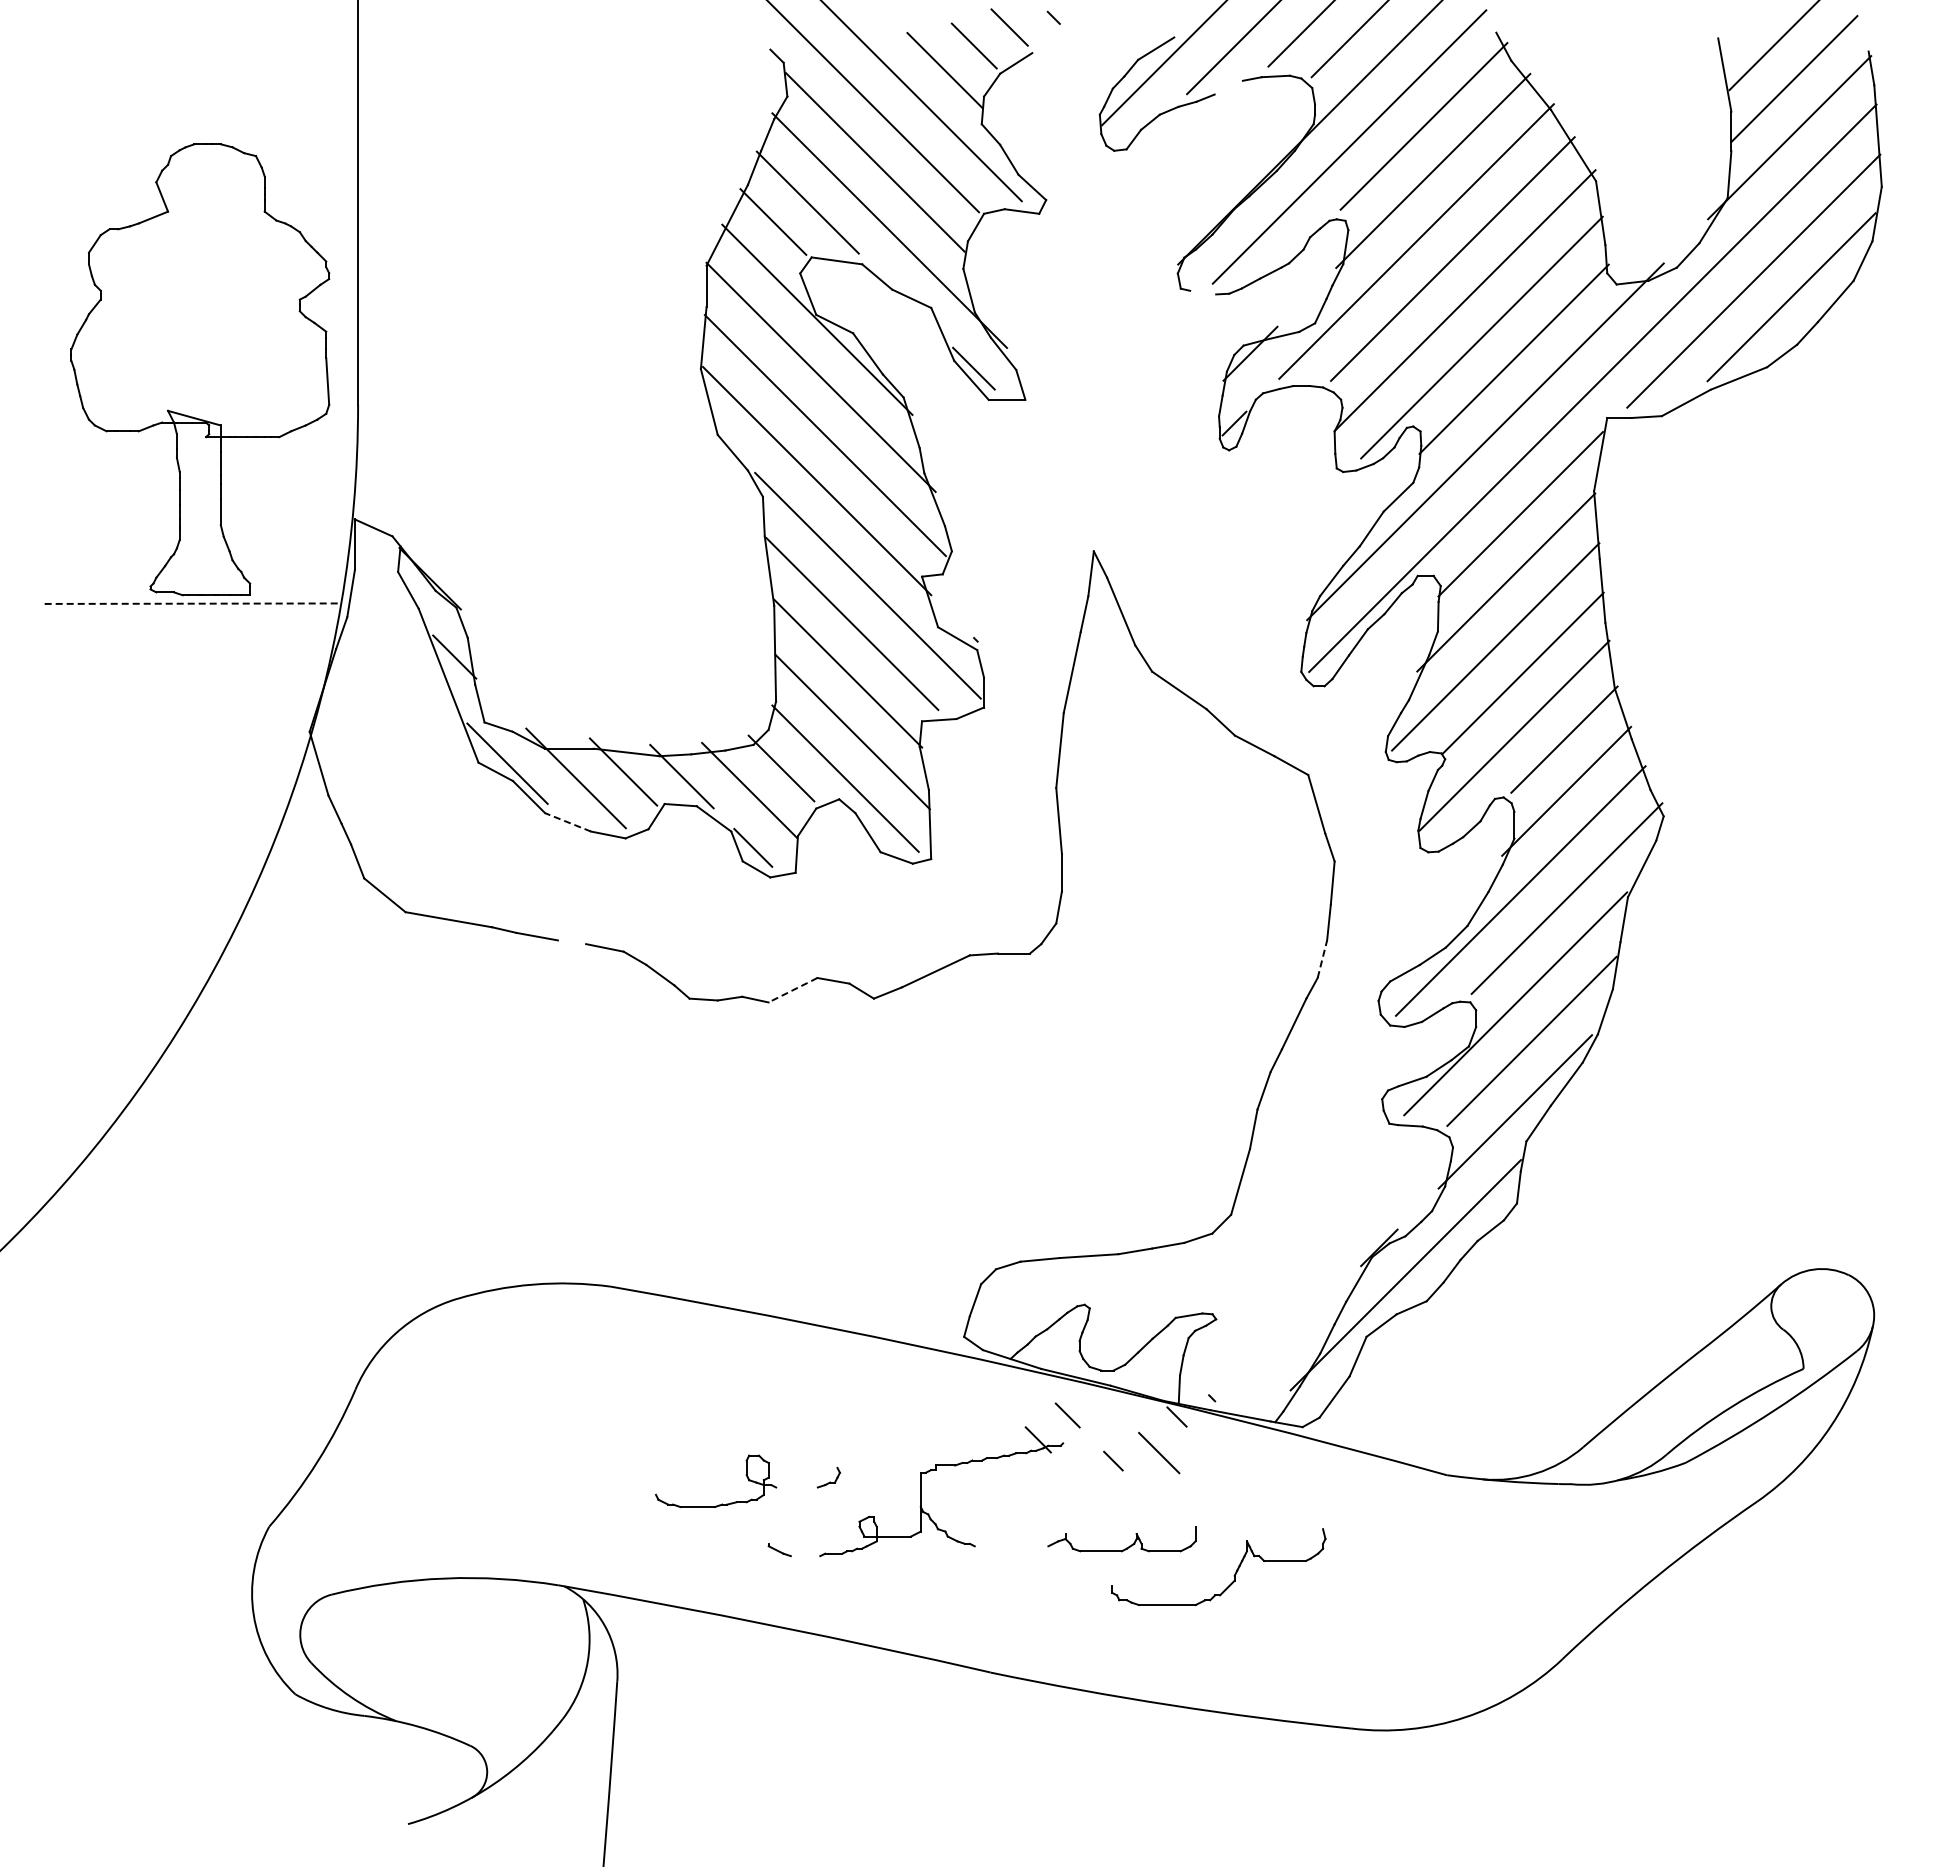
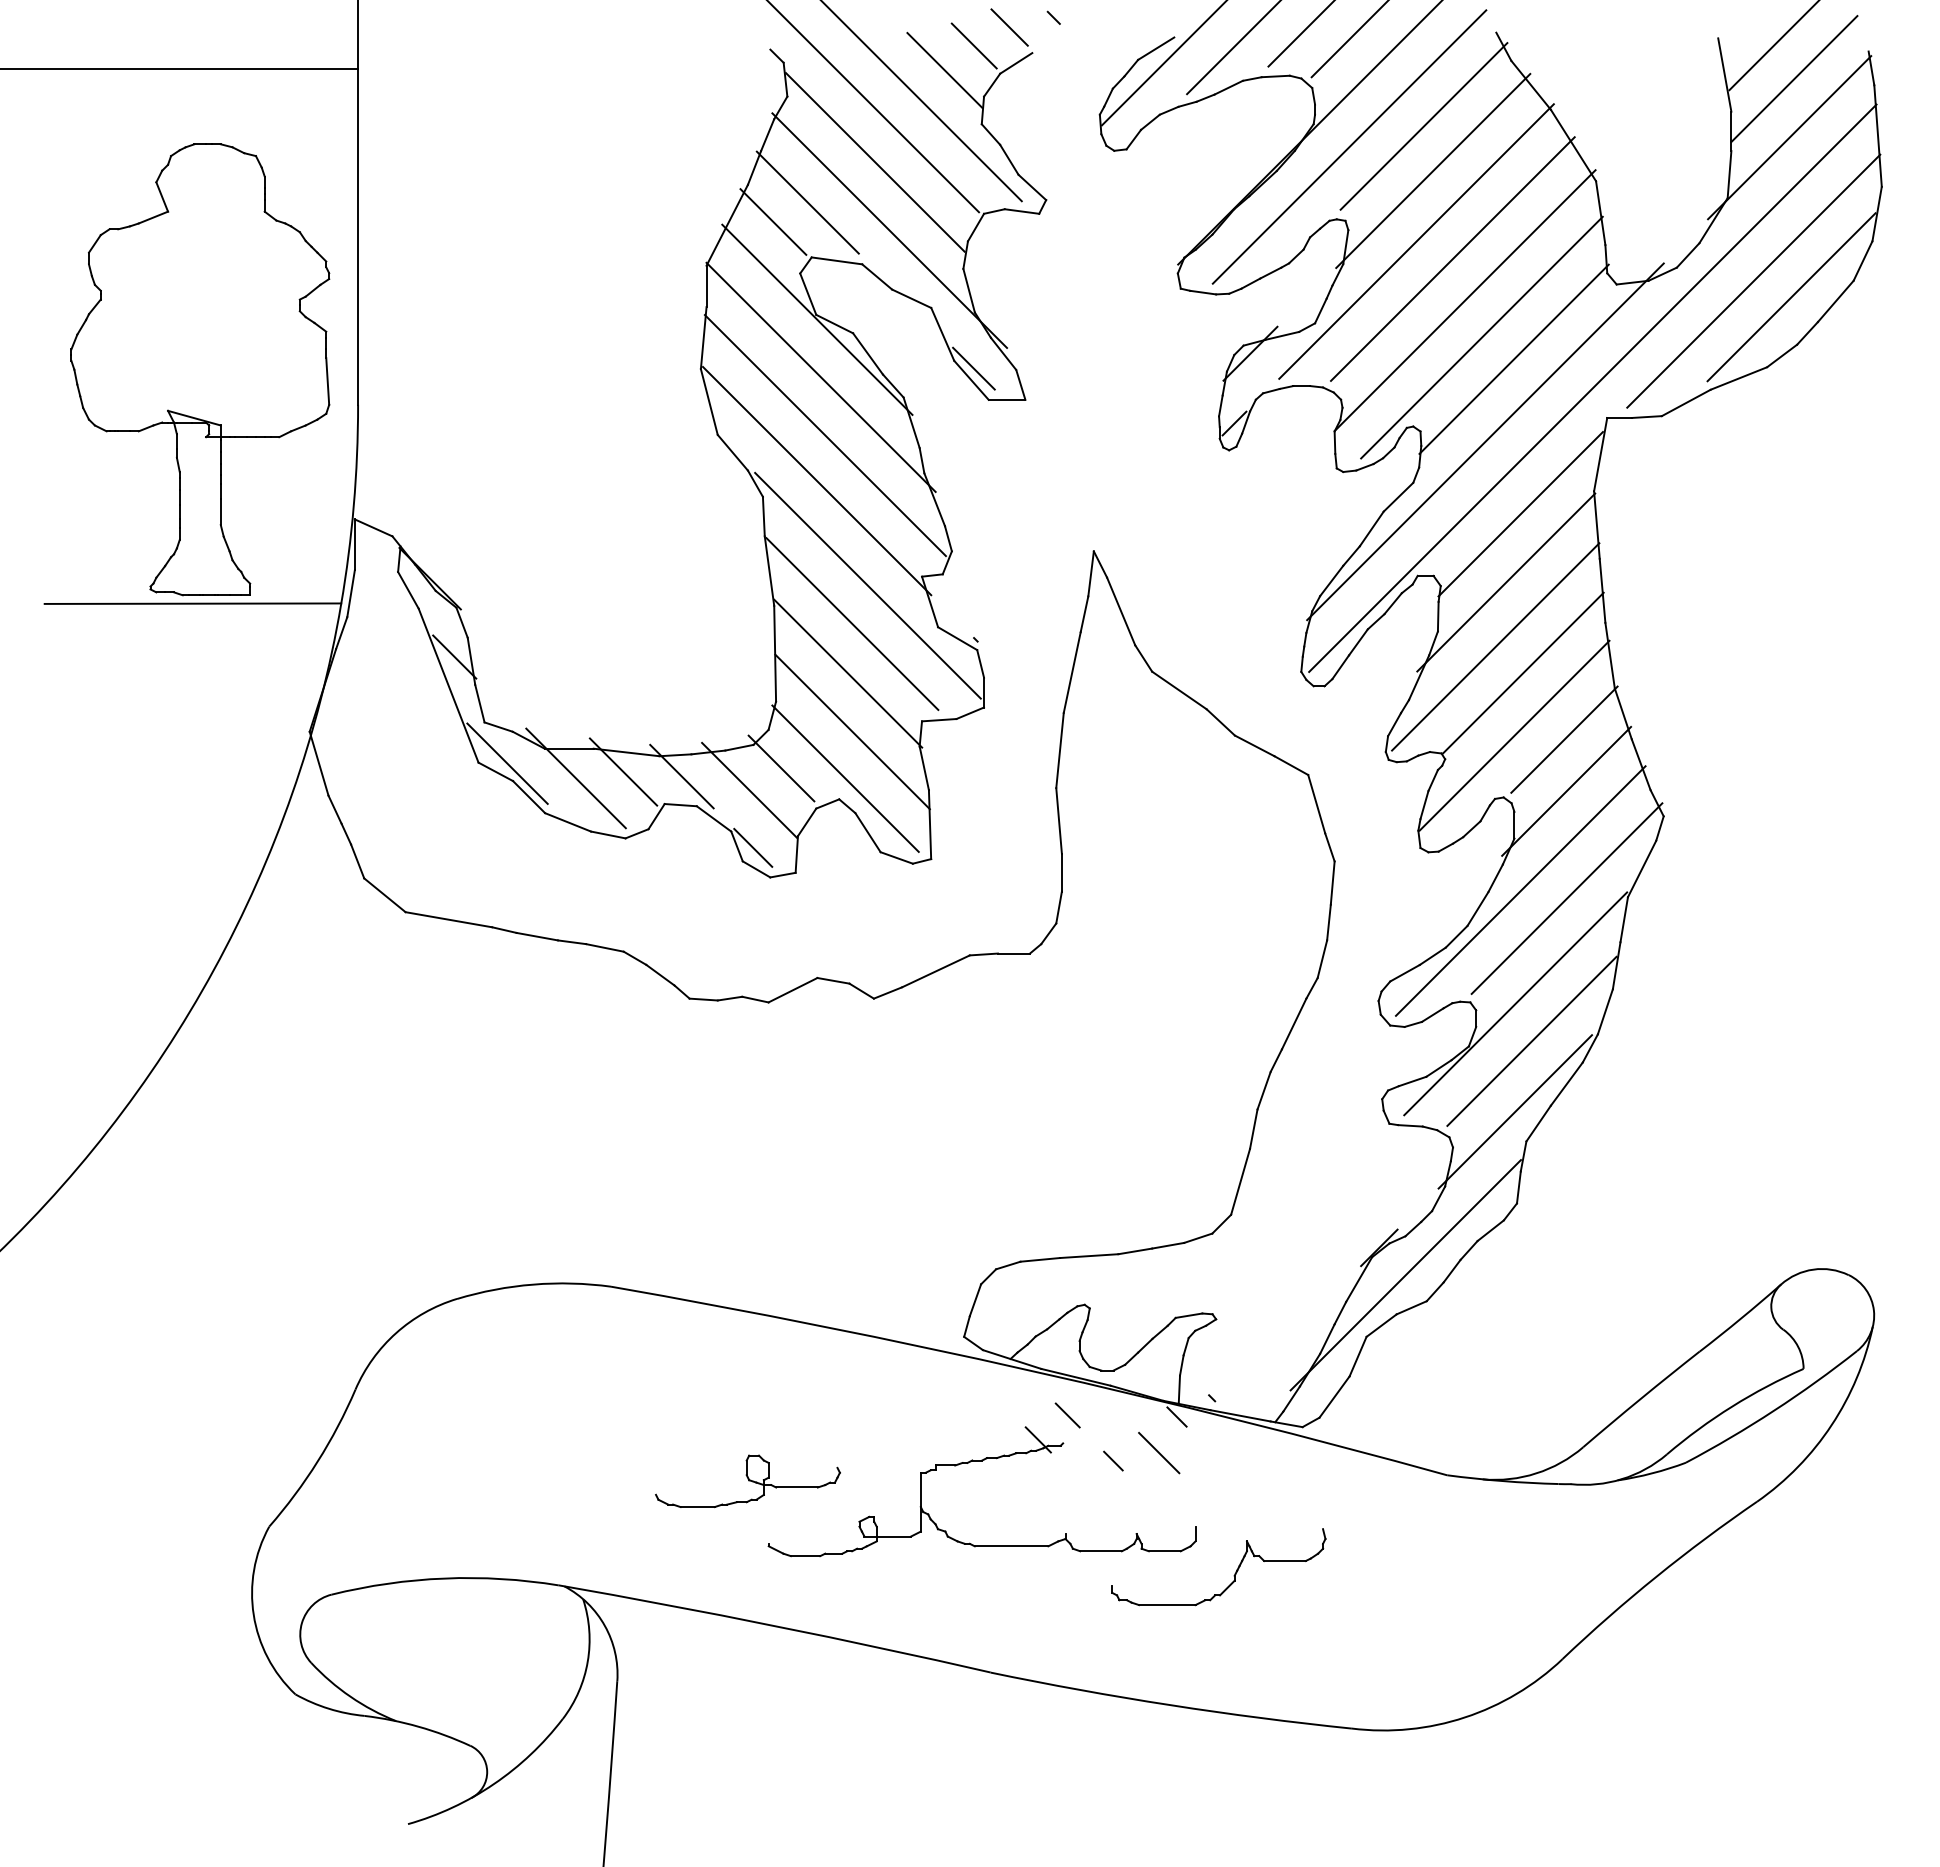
line at (180, 68): none -> present
line at (1228, 87): none -> present
line at (1203, 292): none -> present
line at (193, 603): dashed -> solid
line at (568, 822): dashed -> solid
line at (571, 942): none -> present
line at (1322, 958): dashed -> solid
line at (792, 990): dashed -> solid
line at (796, 1487): none -> present
line at (1011, 1546): none -> present
line at (805, 1556): none -> present
